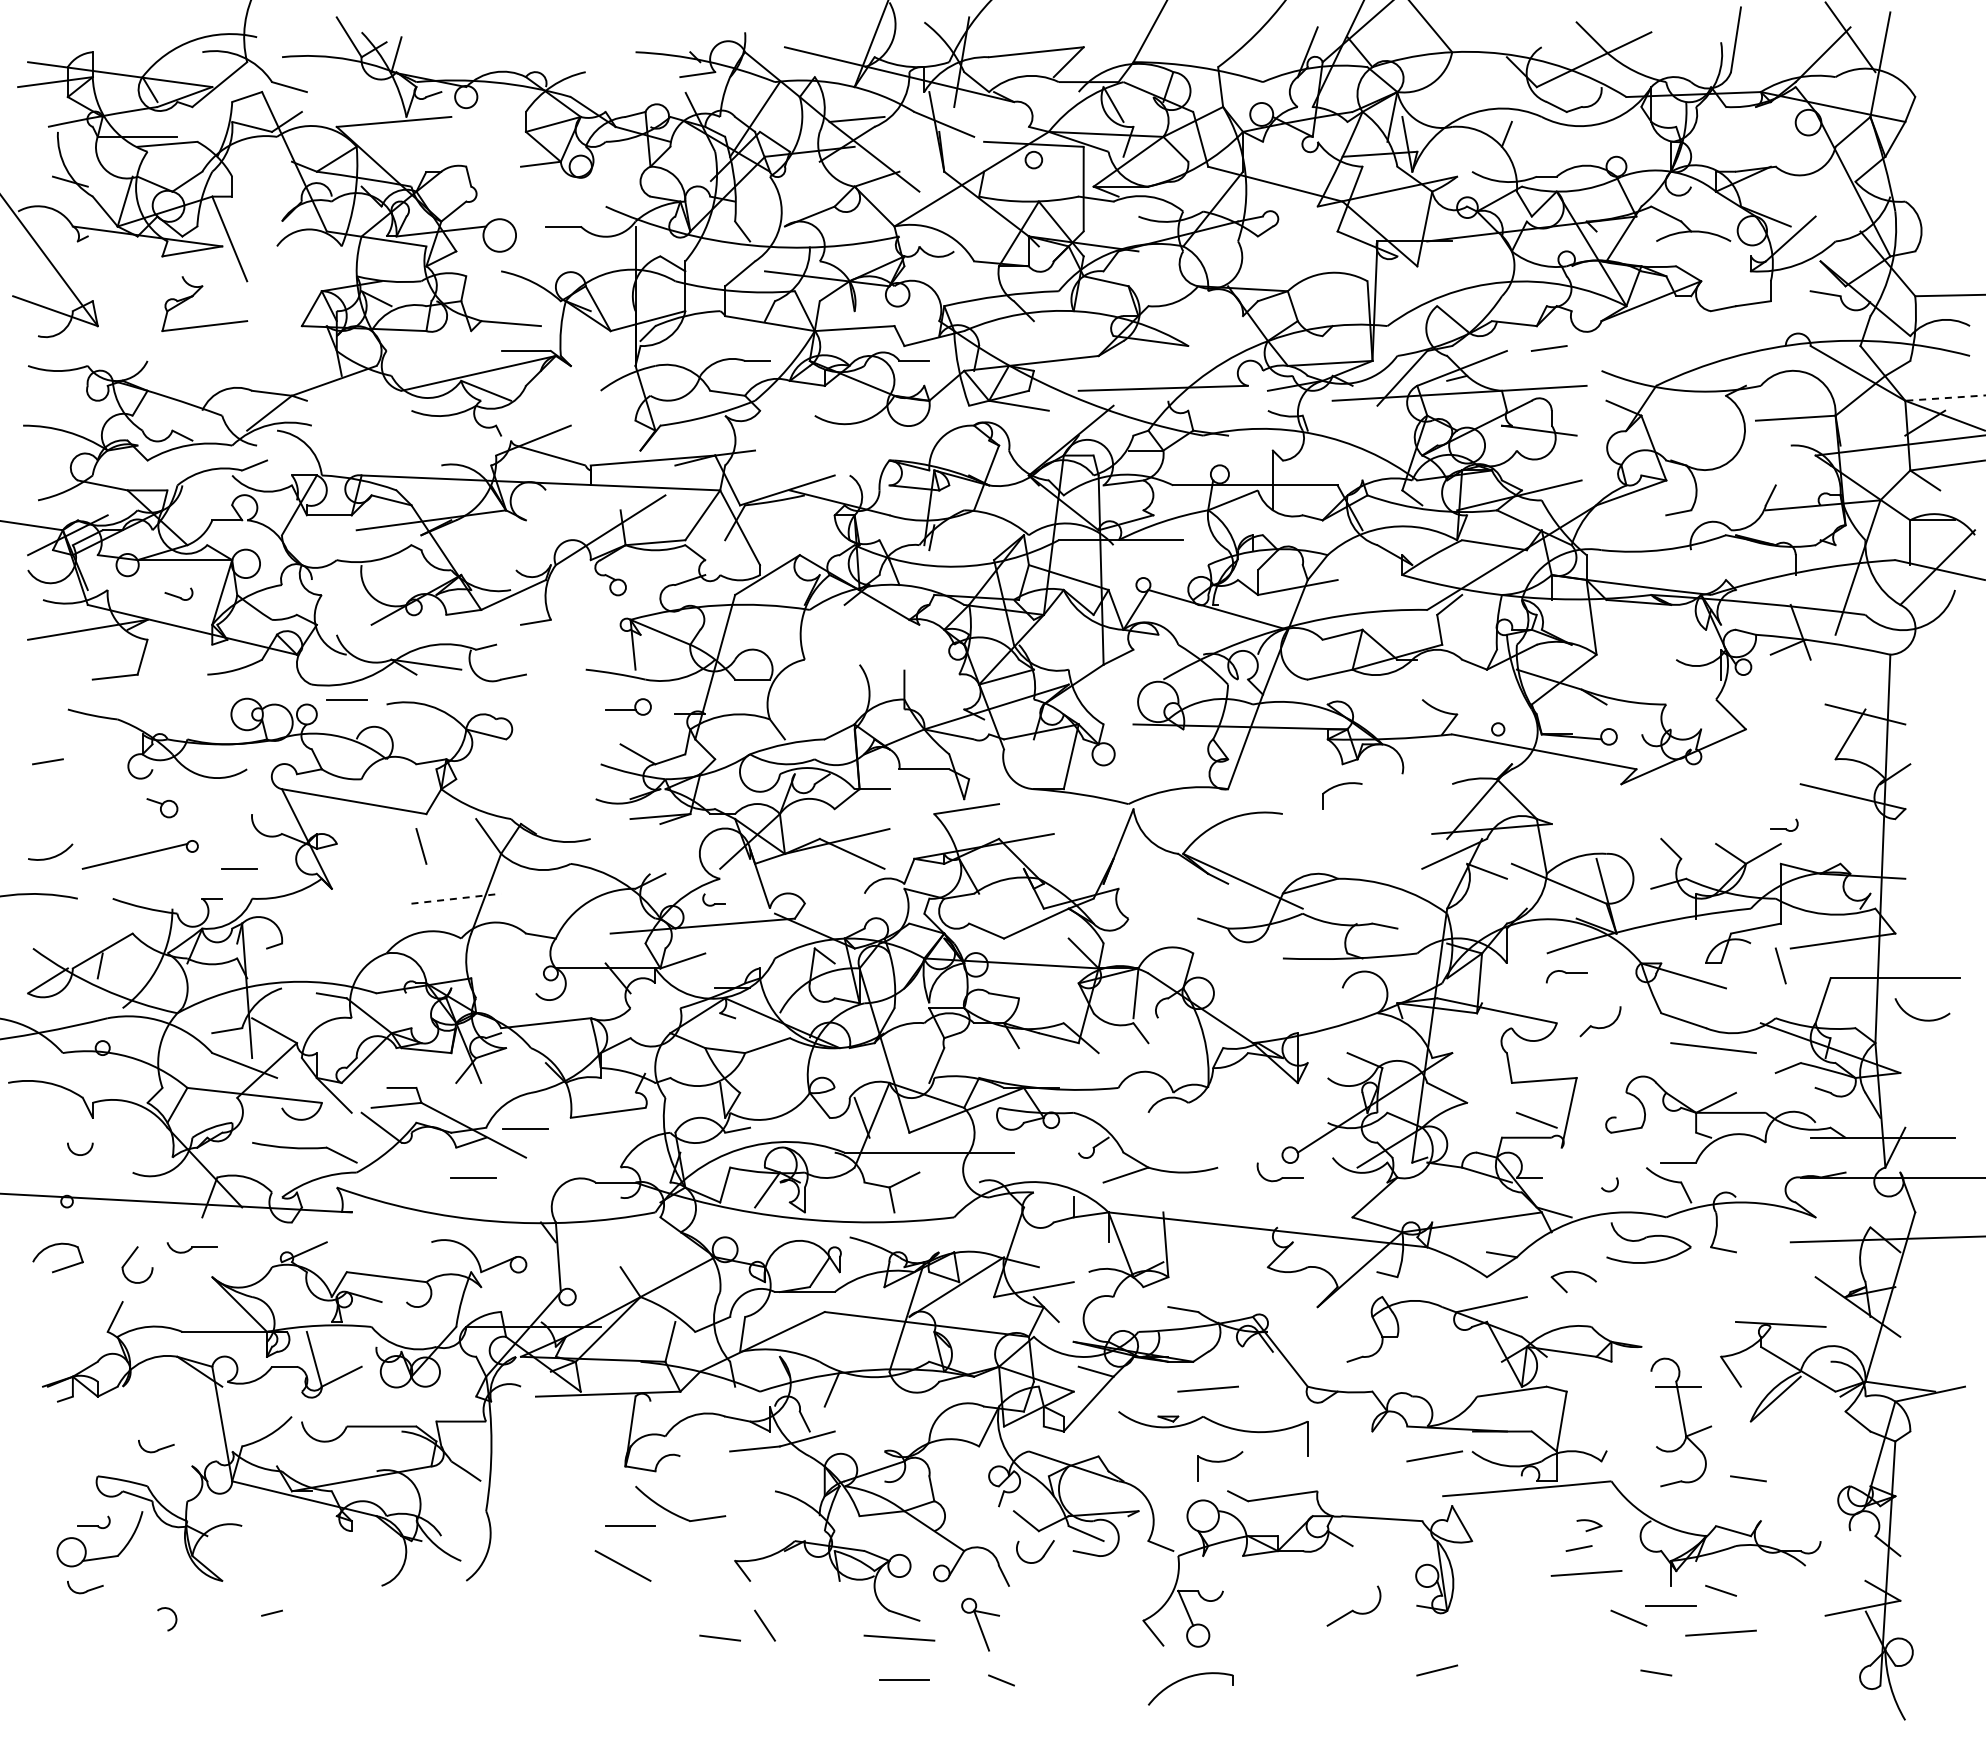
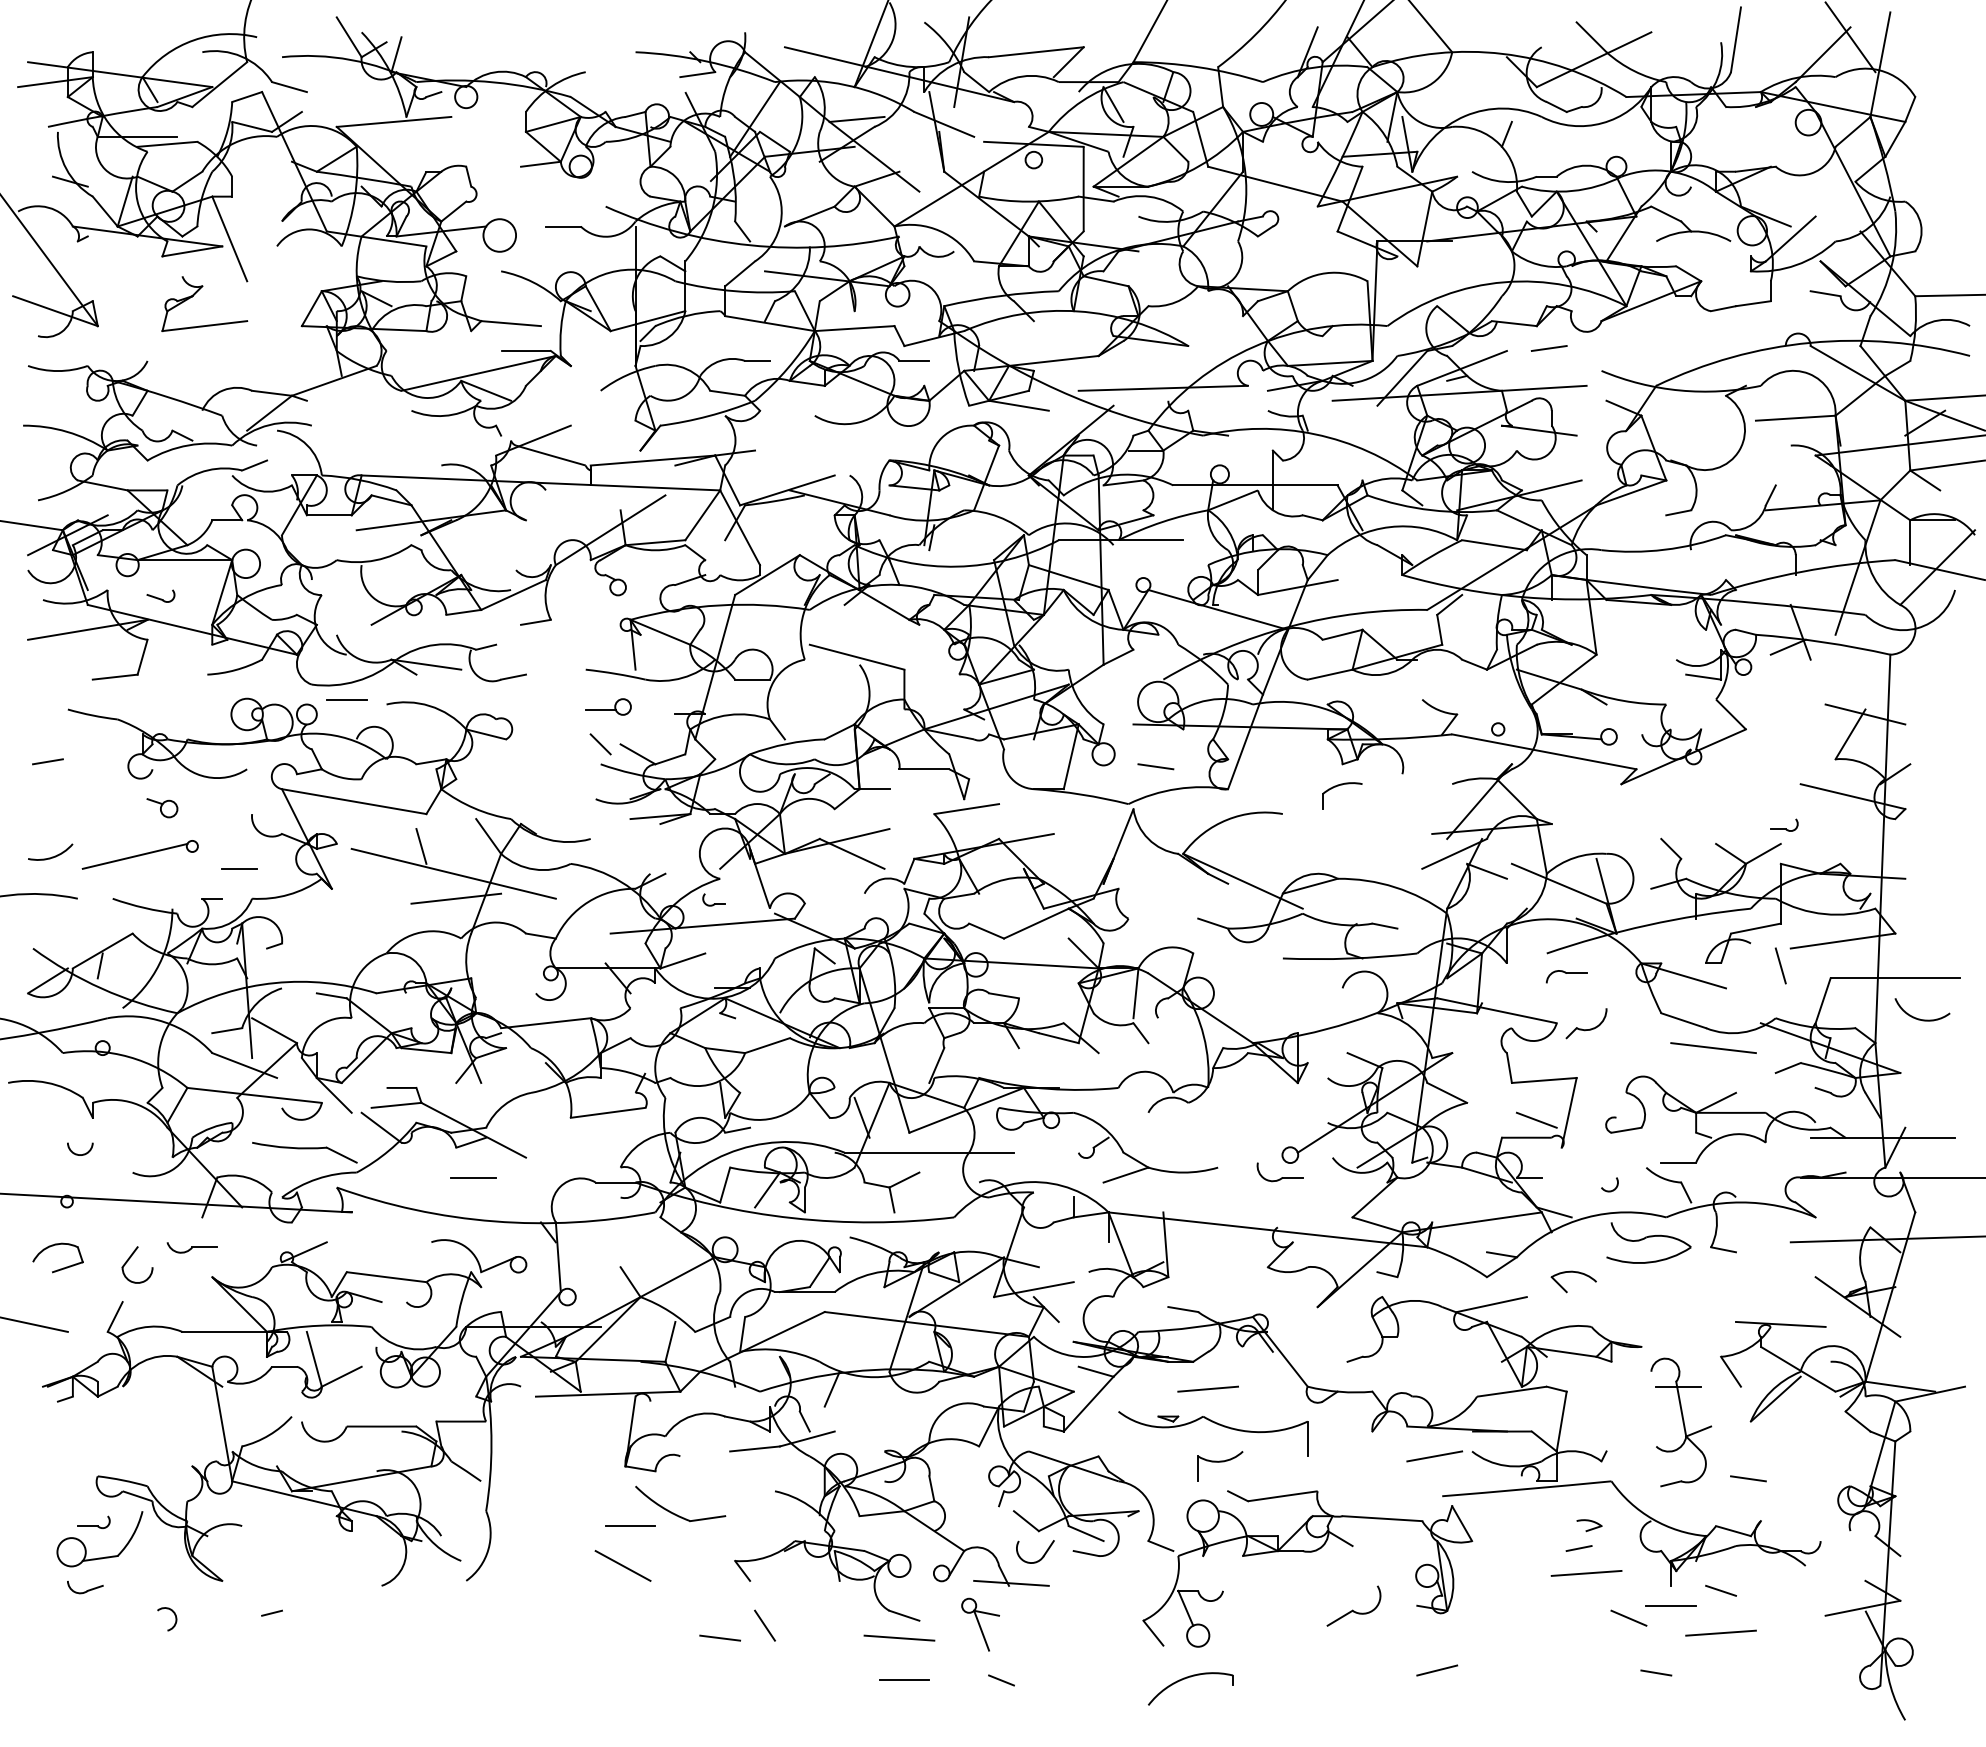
line at (1945, 398): dashed -> solid
part at (178, 593) position: (178, 593) -> (160, 595)
line at (856, 656): none -> present
line at (1703, 676): none -> present
part at (628, 706) position: (628, 706) -> (608, 706)
line at (600, 744): none -> present
line at (1155, 766): none -> present
line at (453, 873): none -> present
line at (456, 898): dashed -> solid
part at (1600, 1021) position: (1600, 1021) -> (1586, 1023)
line at (525, 1128): present -> none
line at (34, 1324): none -> present
part at (156, 1446): present -> none
line at (1011, 1582): none -> present
